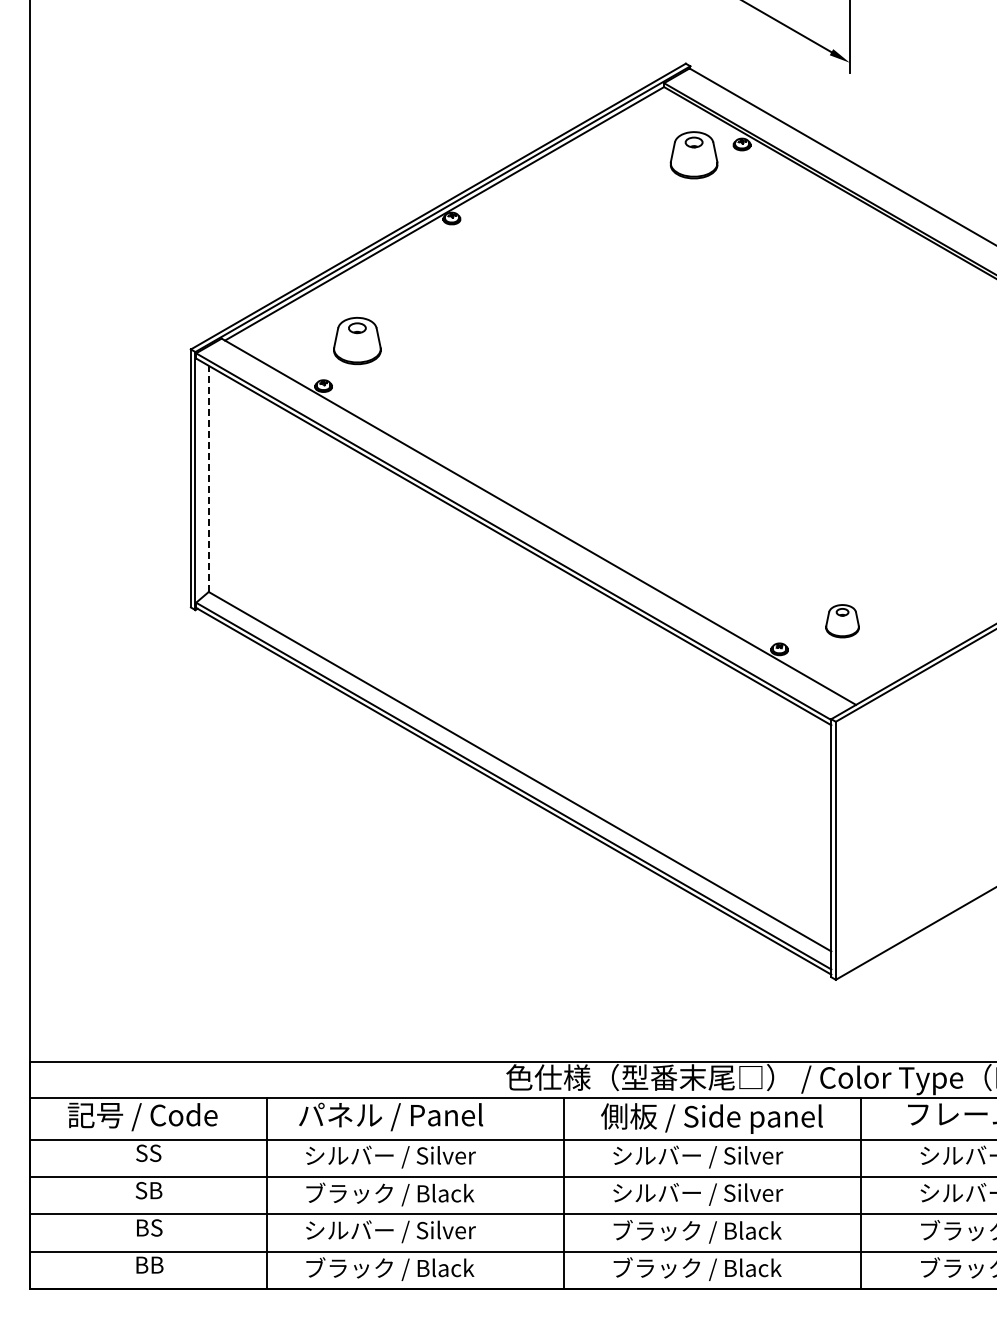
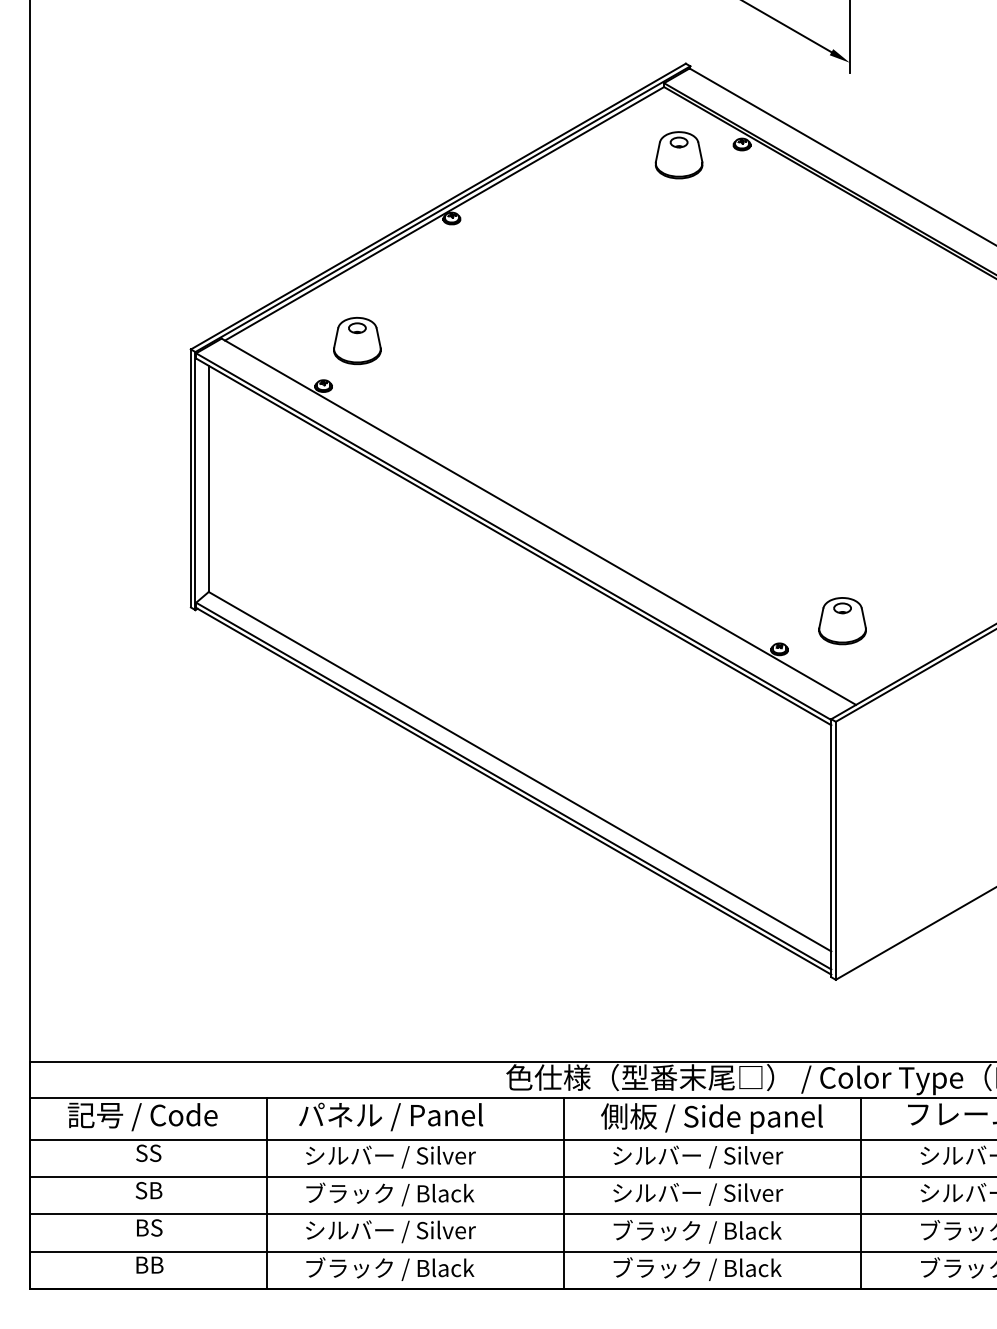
part at (693, 155) position: (693, 155) -> (678, 155)
line at (208, 478): dashed -> solid
part at (842, 621) size: 35x35 px -> 49x49 px
